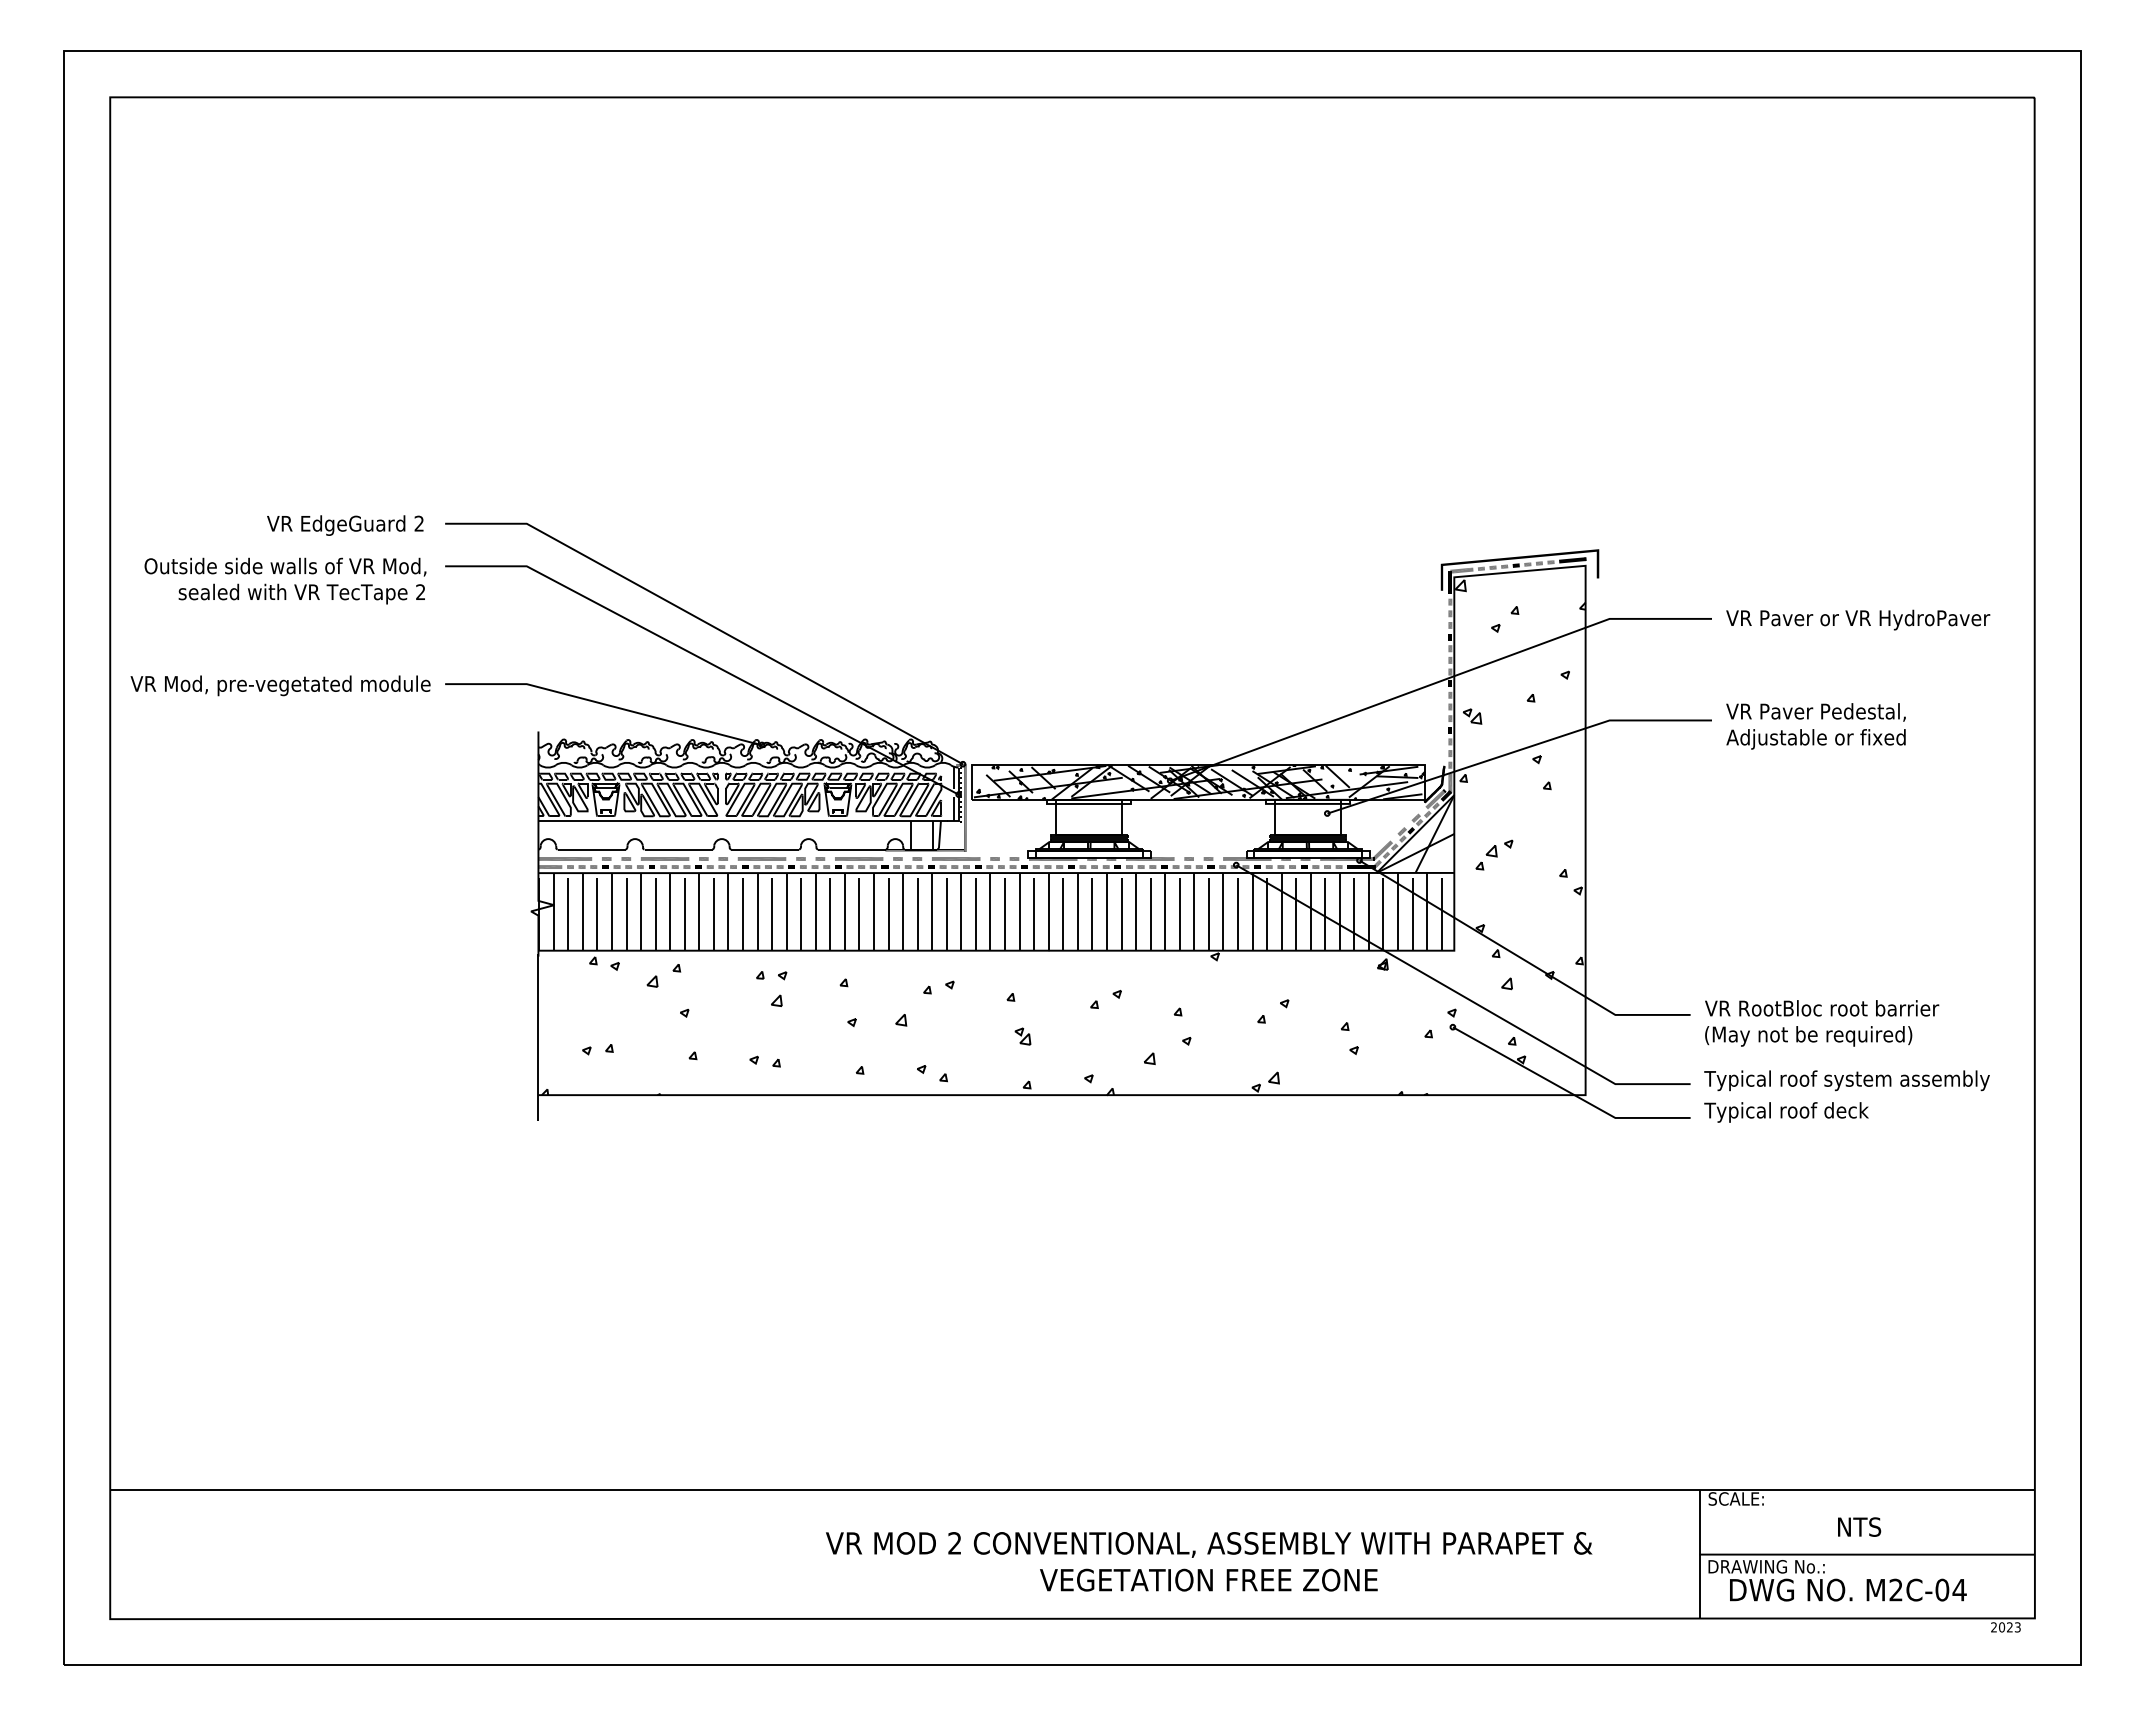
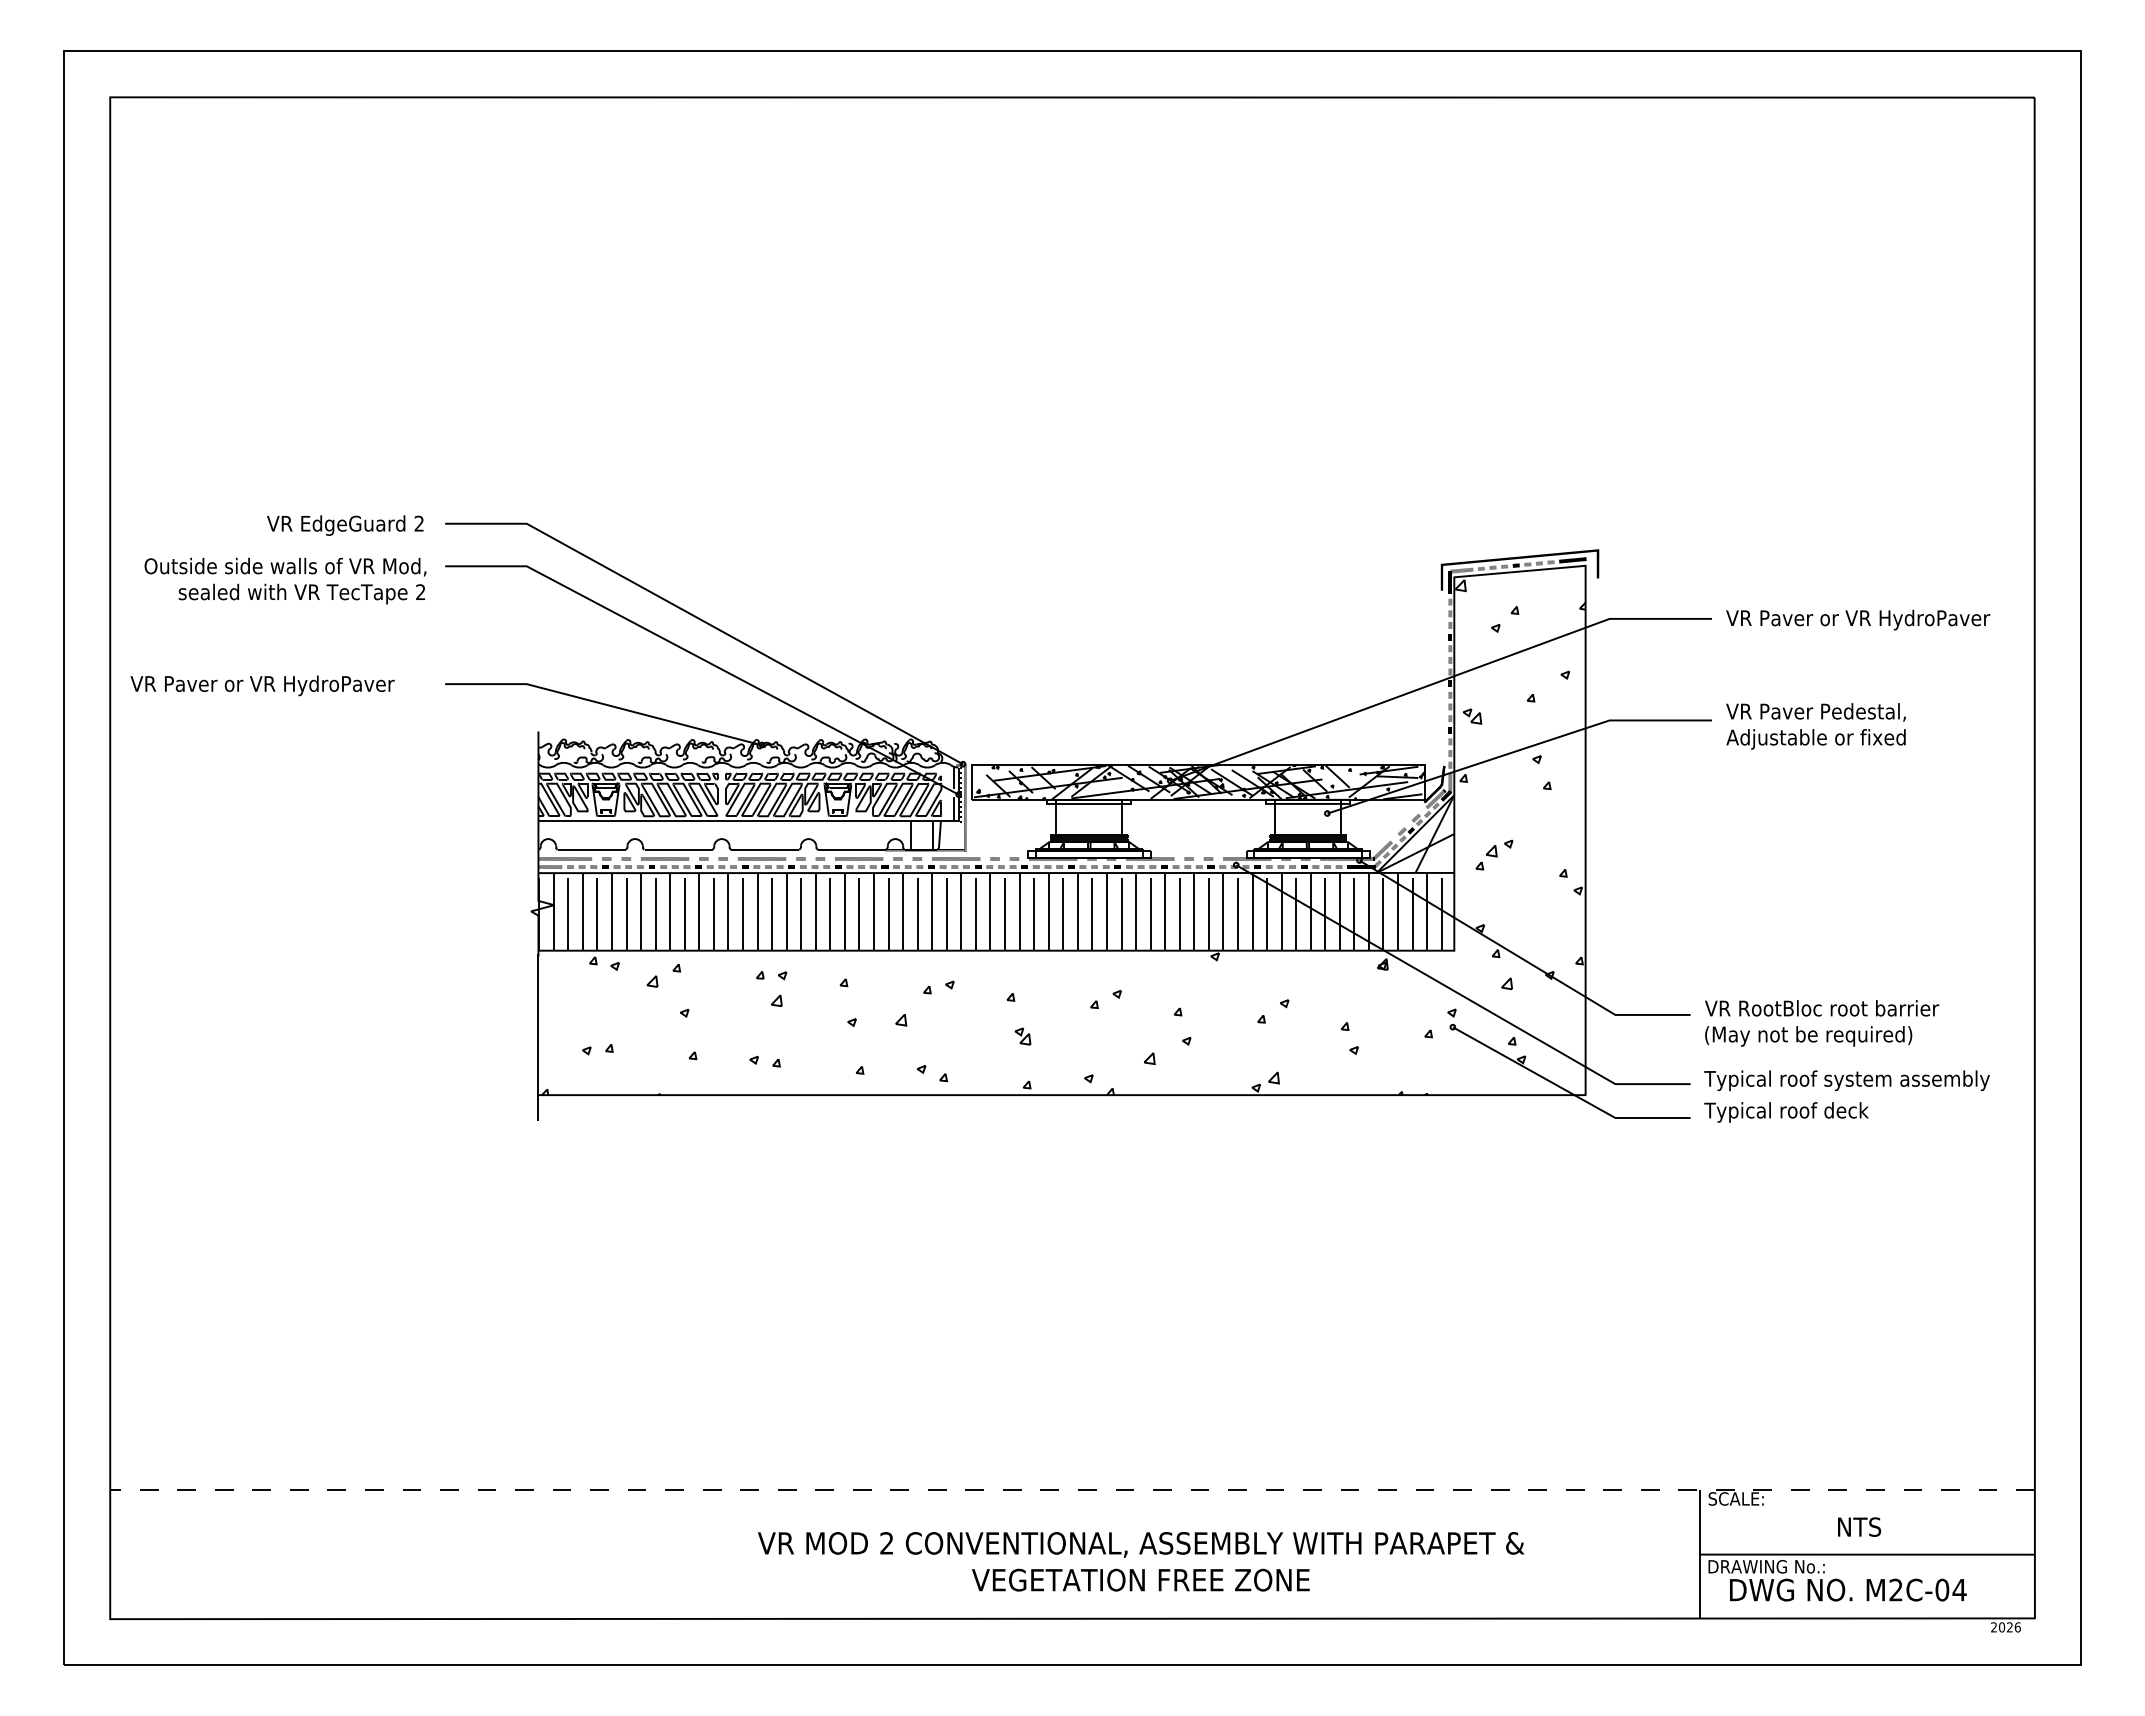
text at (298, 685): VR Mod, pre-vegetated module -> VR Paver or VR HydroPaver
line at (1072, 1489): solid -> dashed
text at (1209, 1561) position: (1209, 1561) -> (1141, 1561)
text at (2017, 1627): 2023 -> 2026
